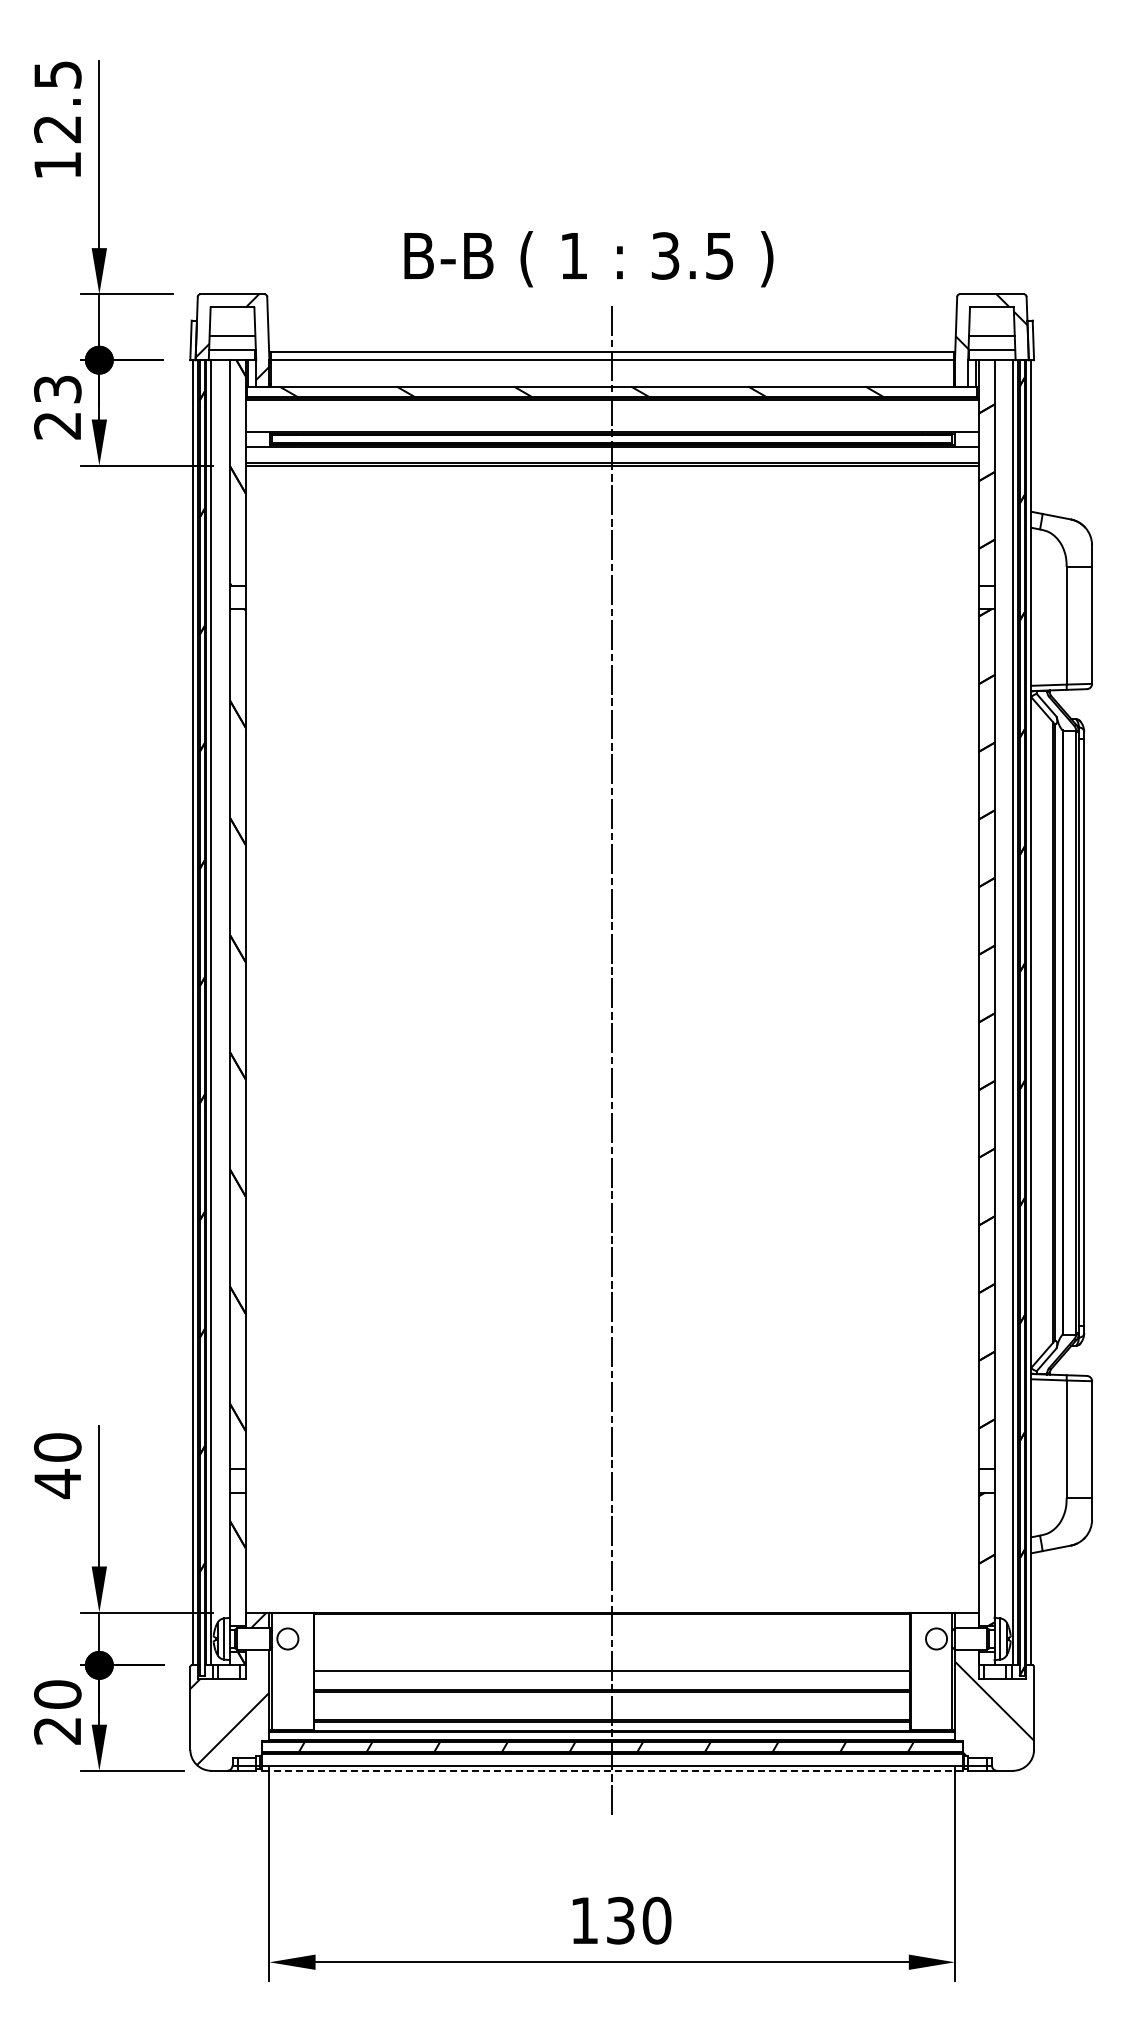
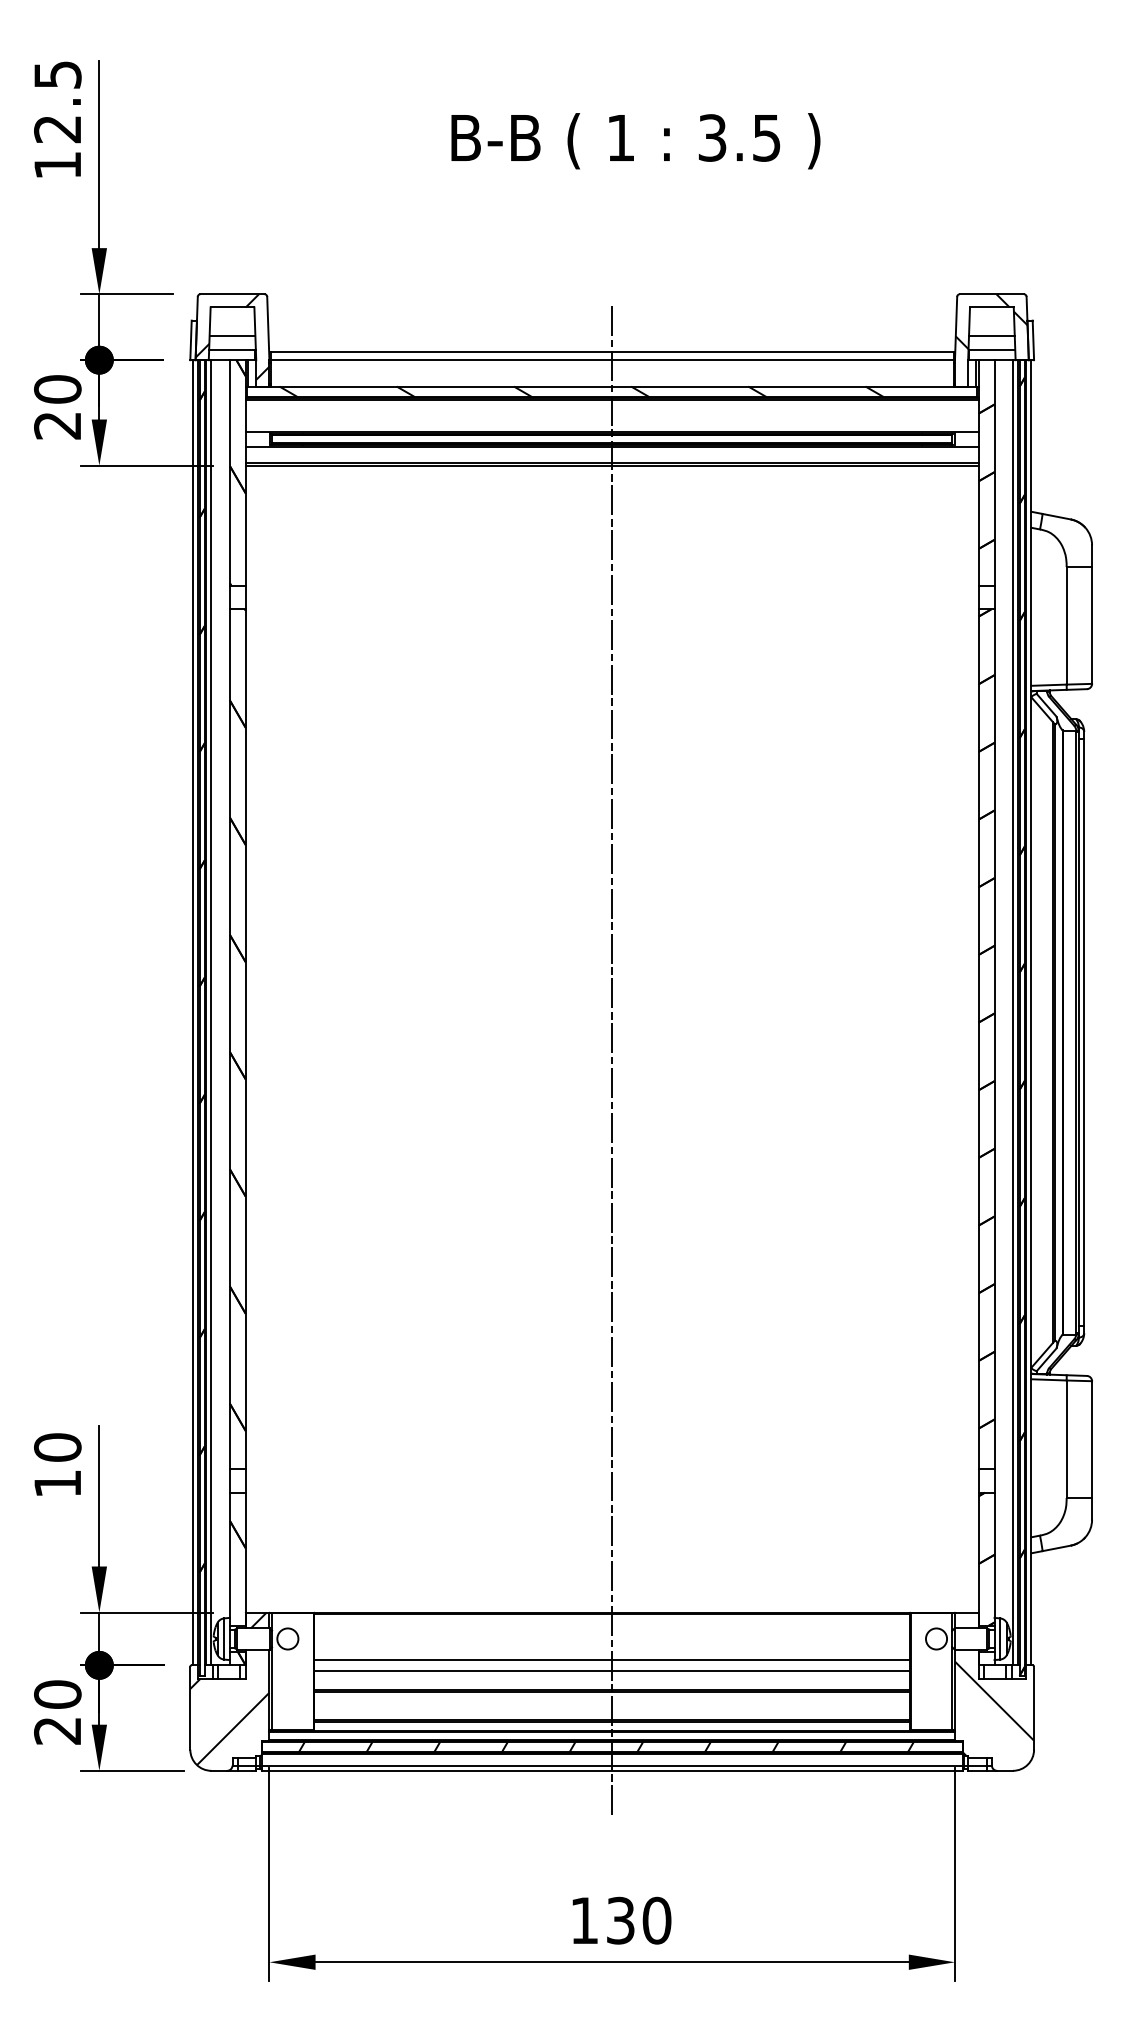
text at (588, 259) position: (588, 259) -> (635, 141)
text at (57, 389): 23 -> 20
text at (57, 1483): 40 -> 10
line at (612, 1660): none -> present
line at (612, 1770): dashed -> solid
